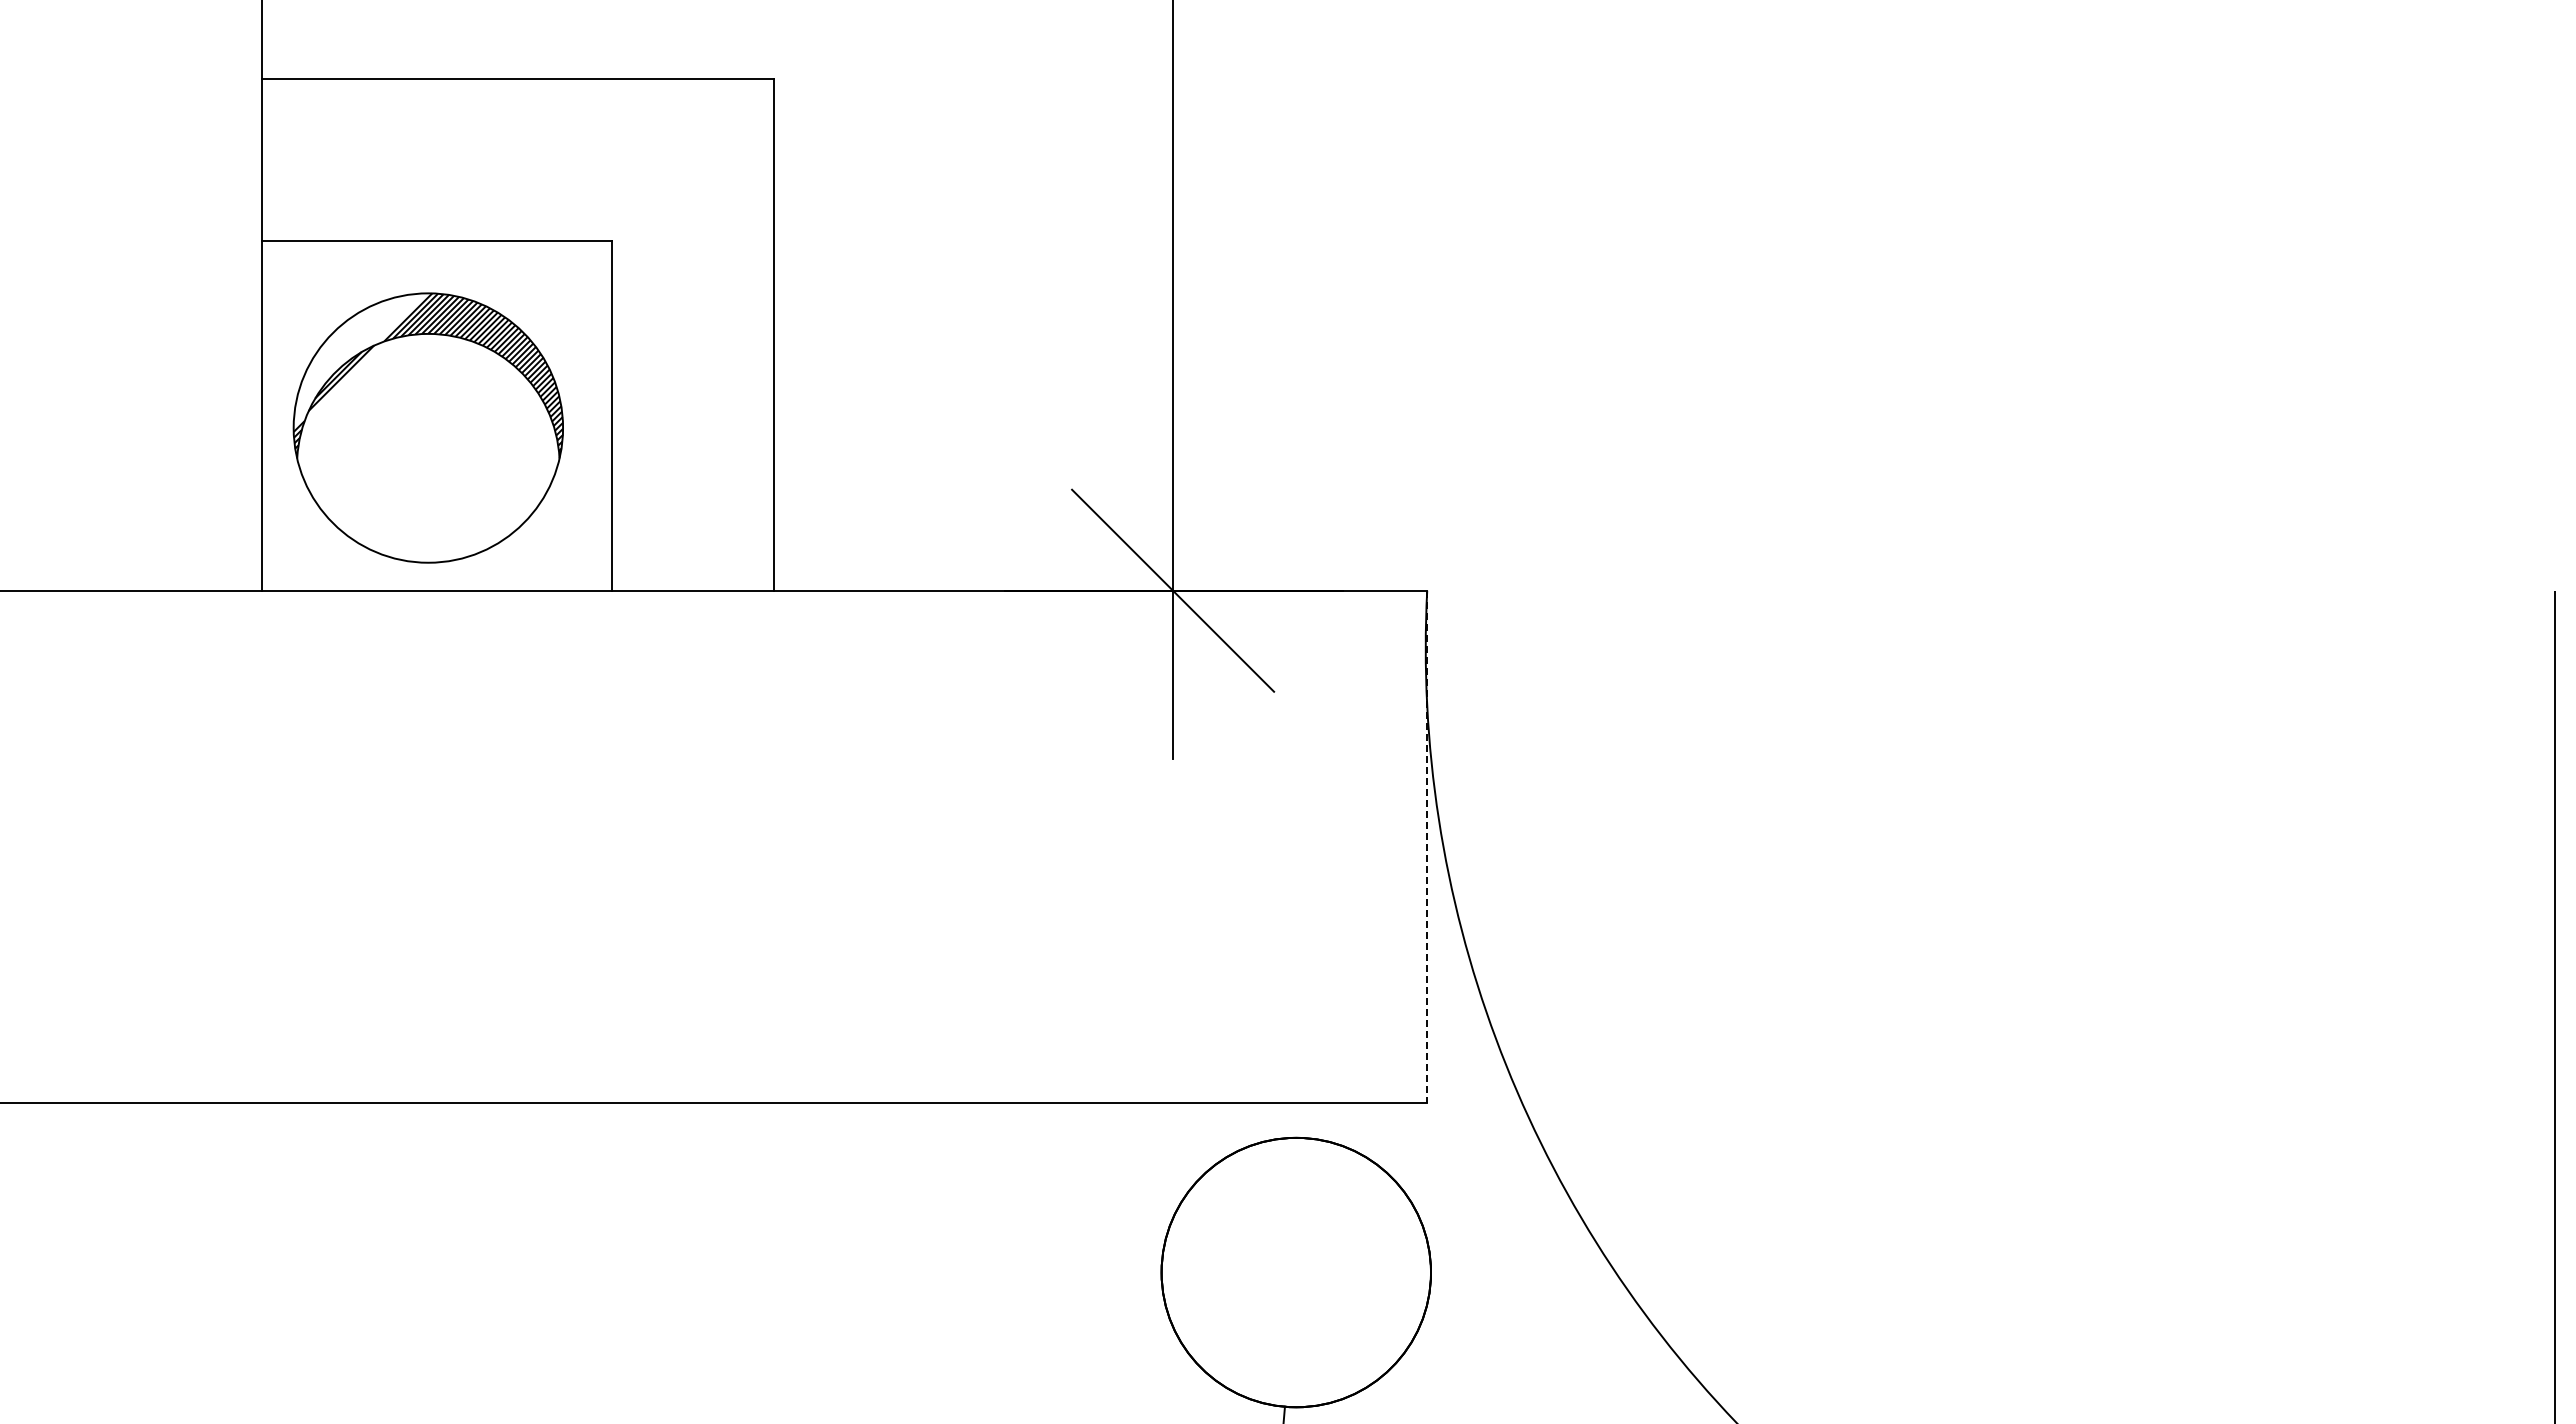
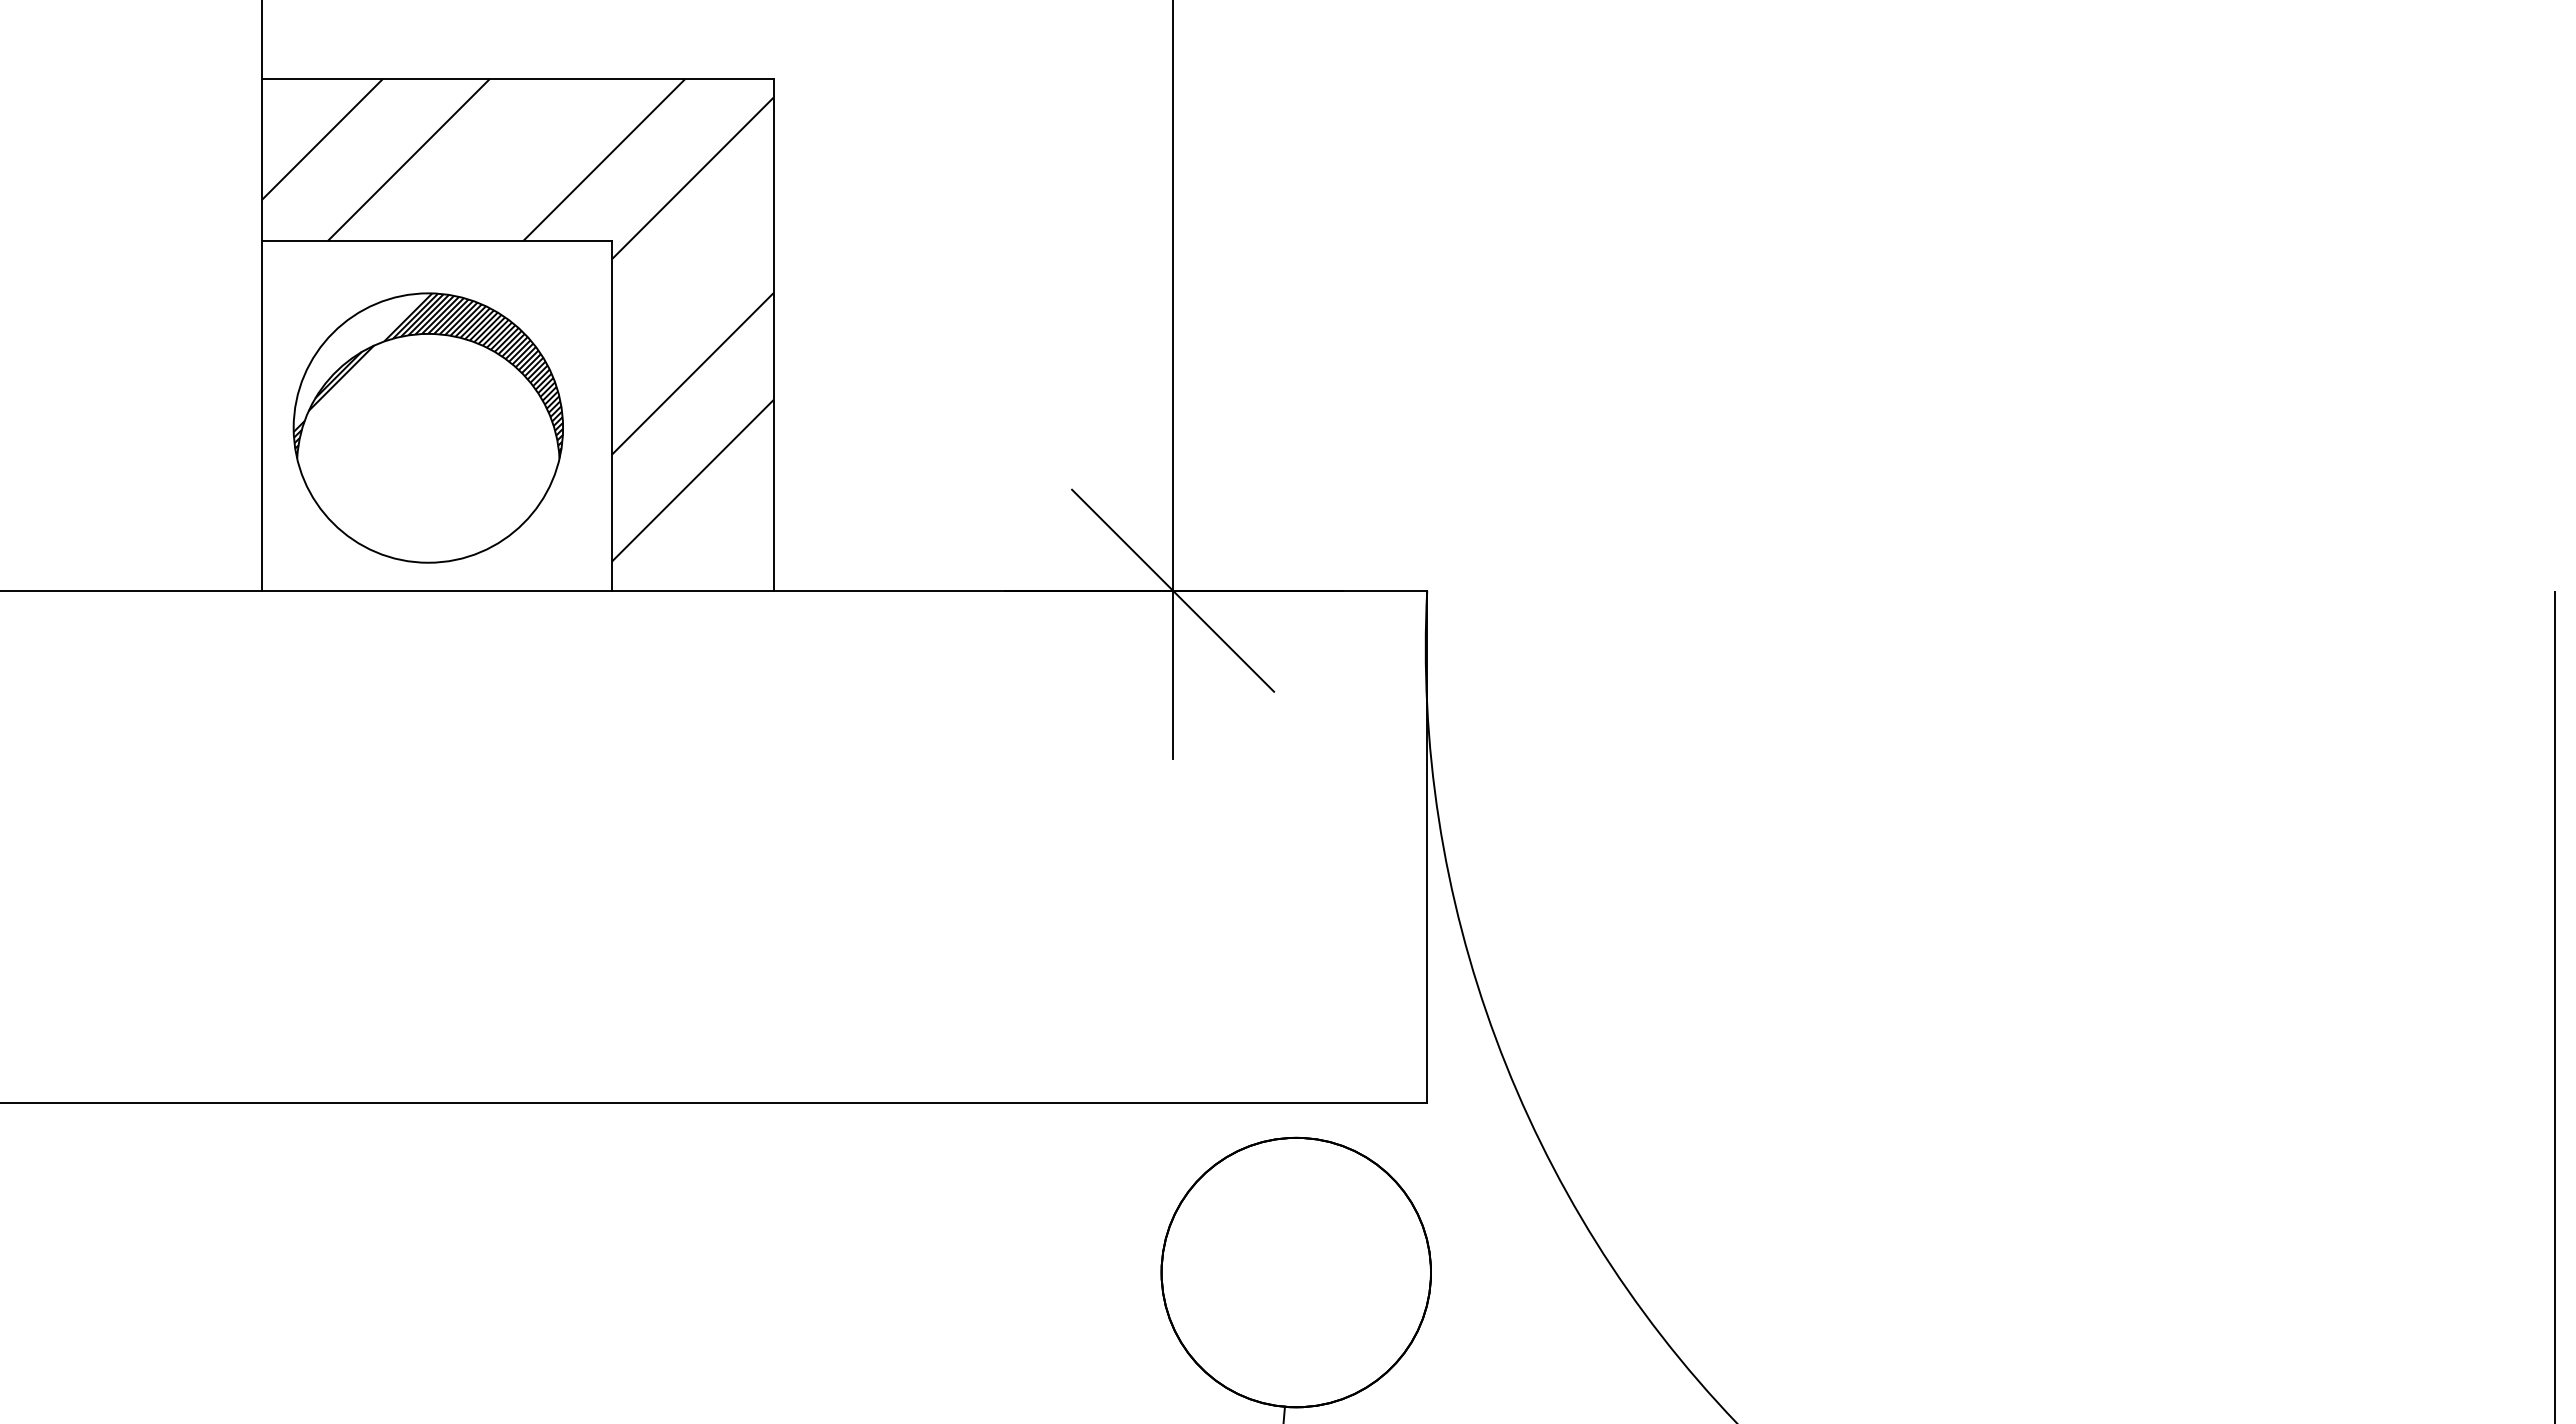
hatch at (517, 320): none -> present
line at (1427, 846): dashed -> solid
